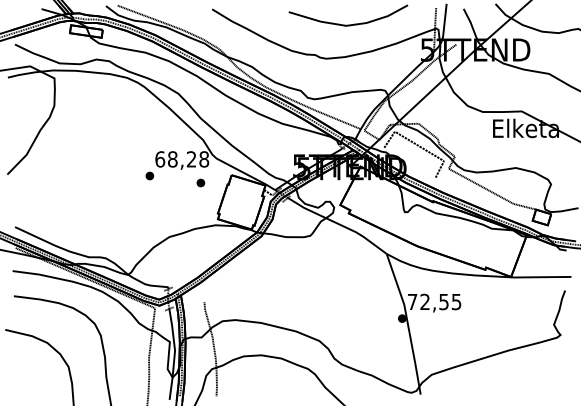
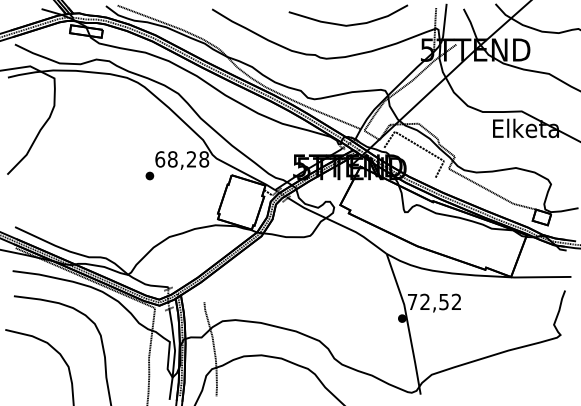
part at (200, 182): present -> none
text at (456, 301): 72,55 -> 72,52
